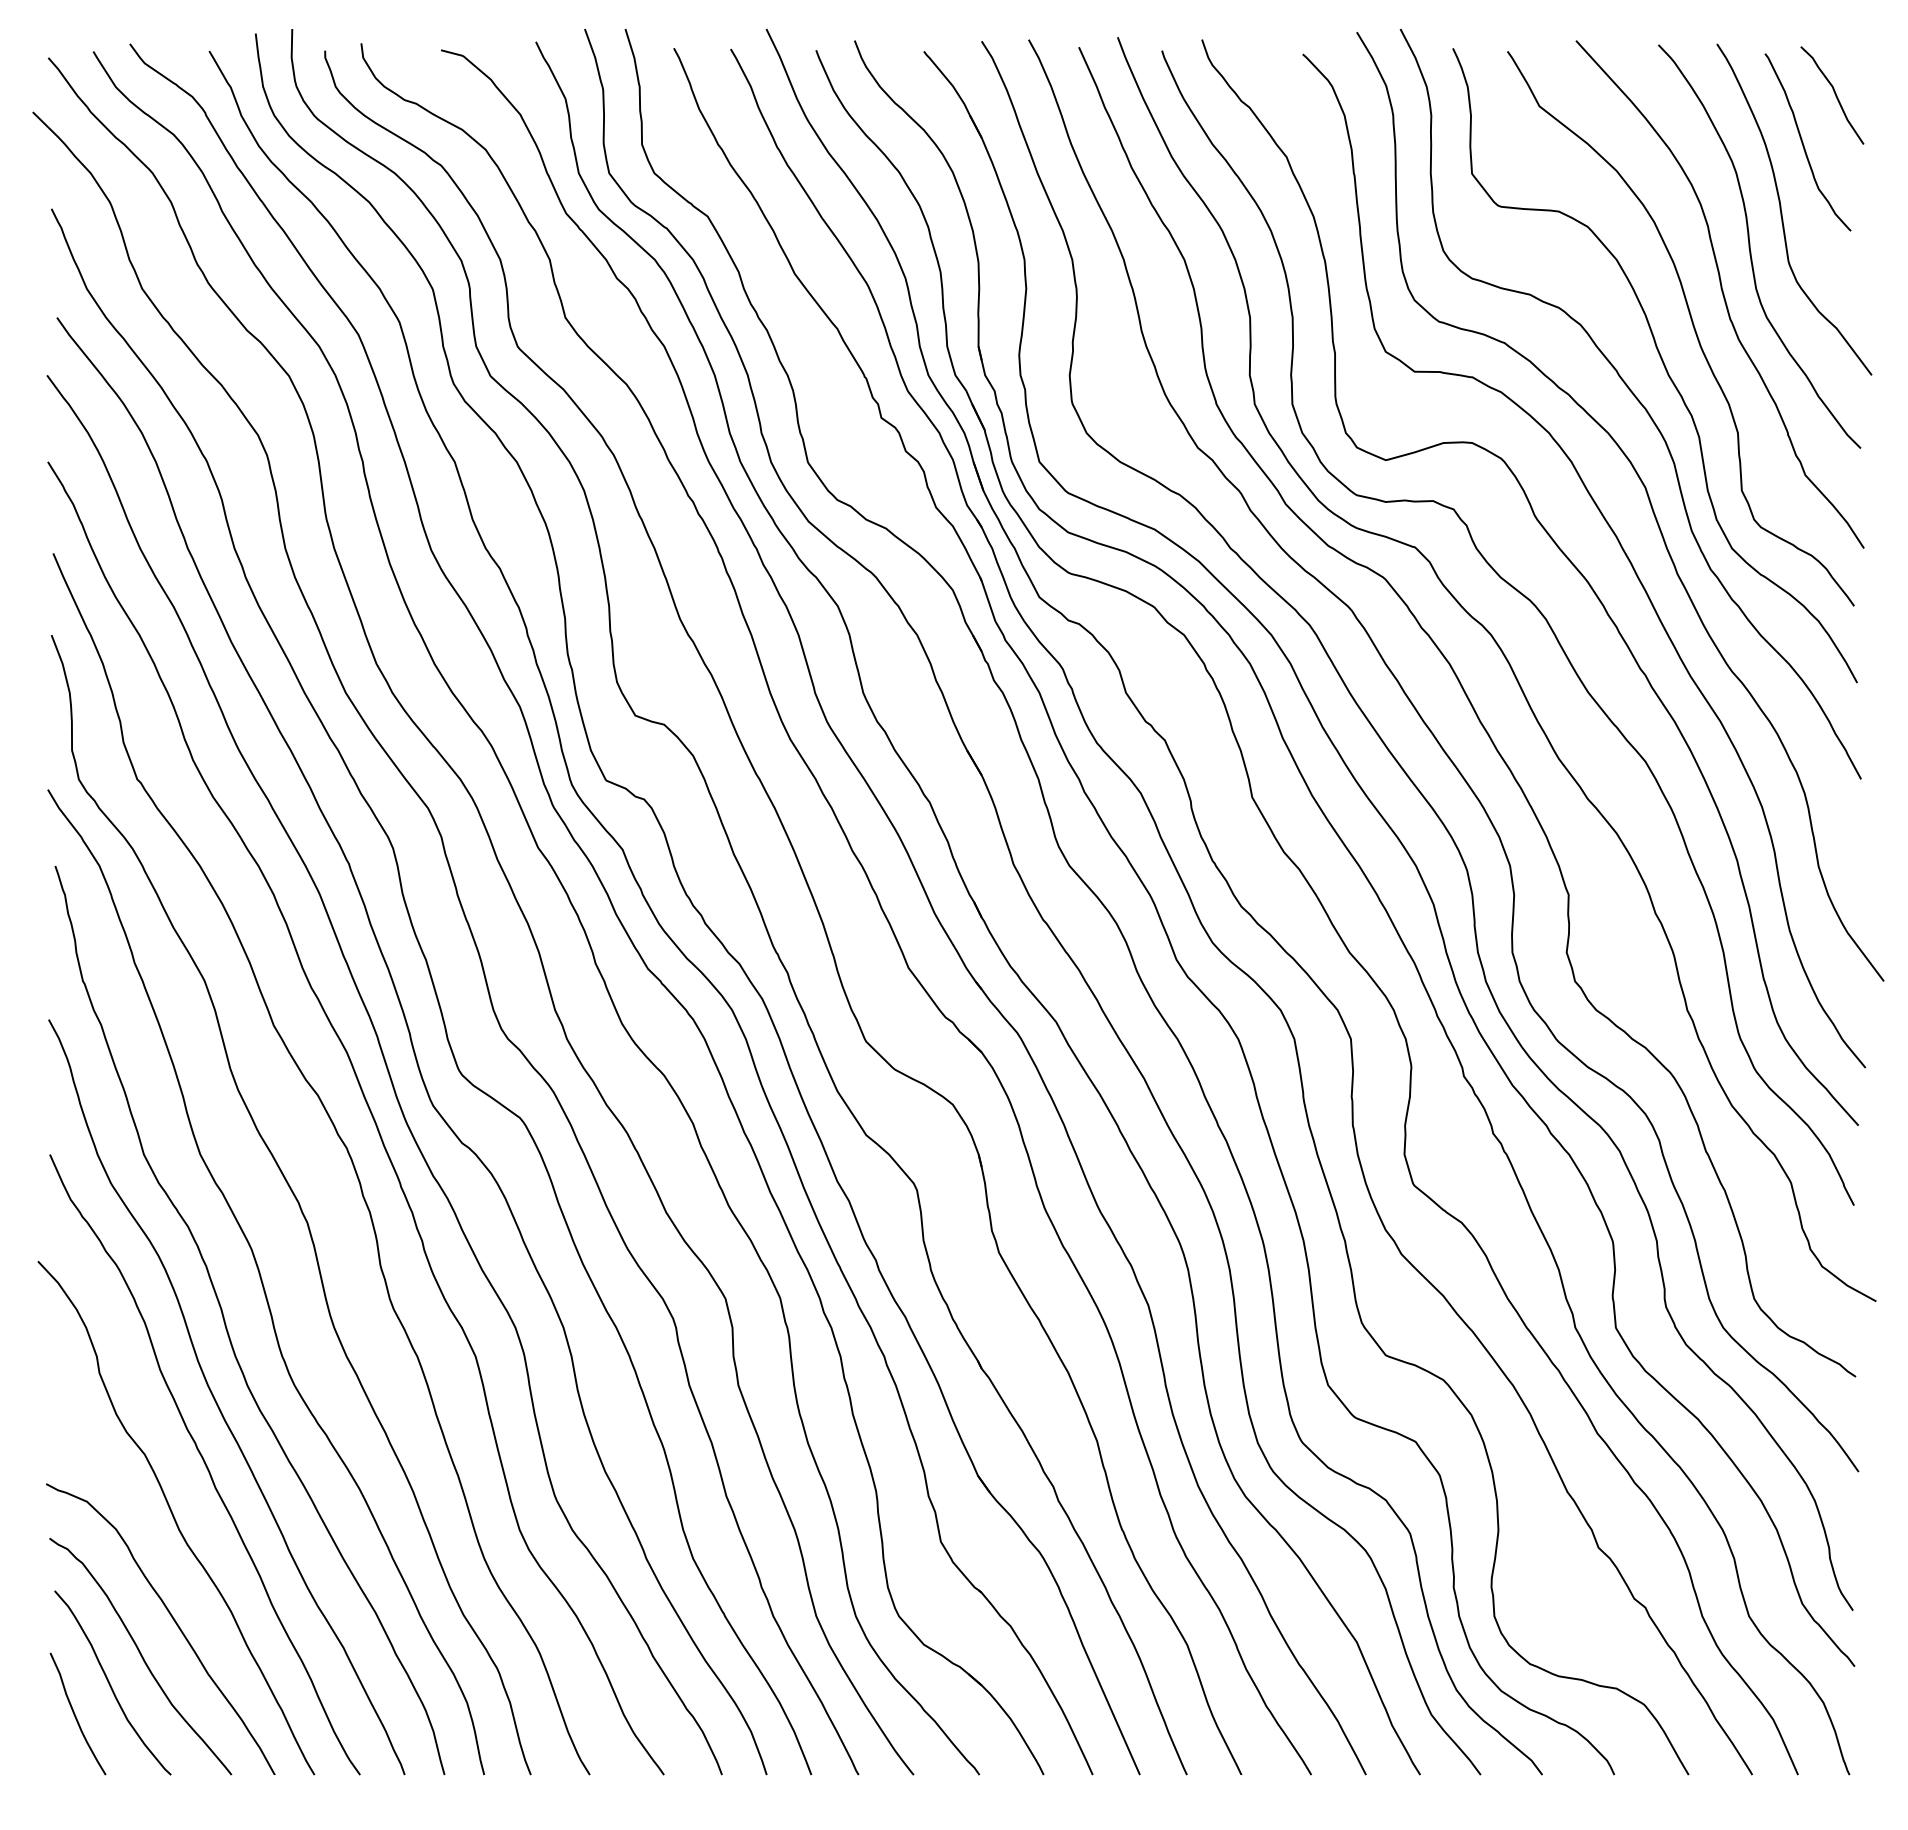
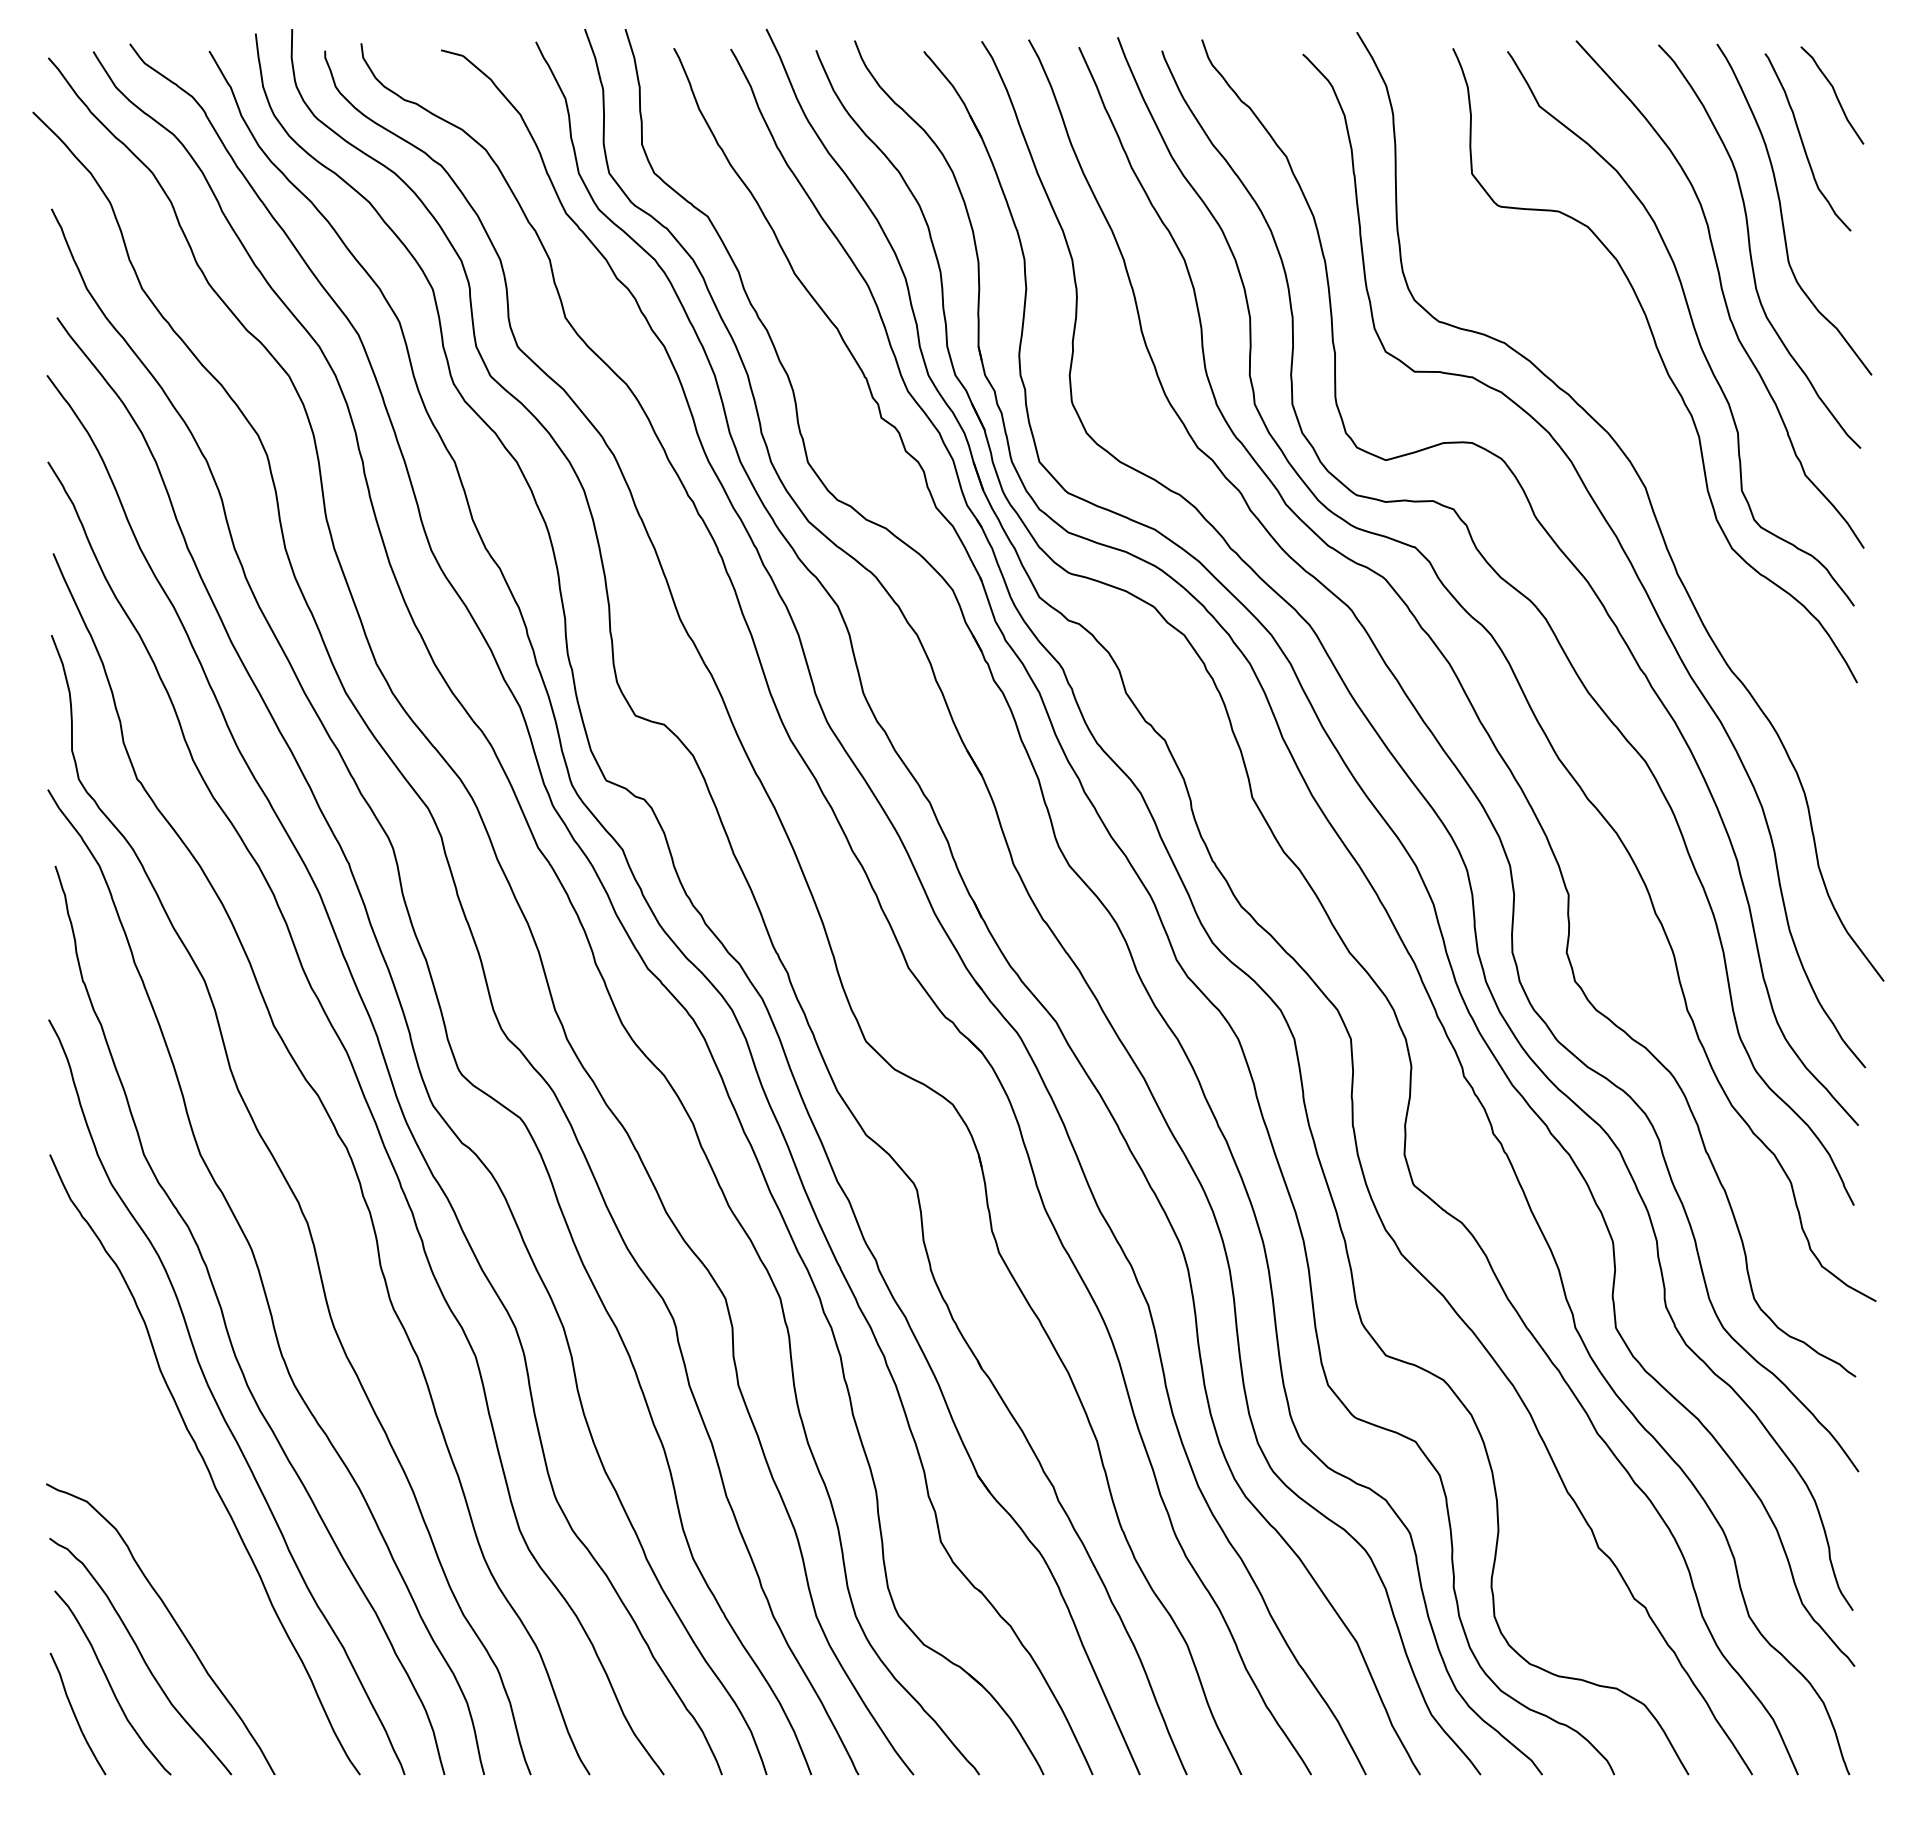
curve at (1635, 398): present -> none
curve at (175, 1518): present -> none
